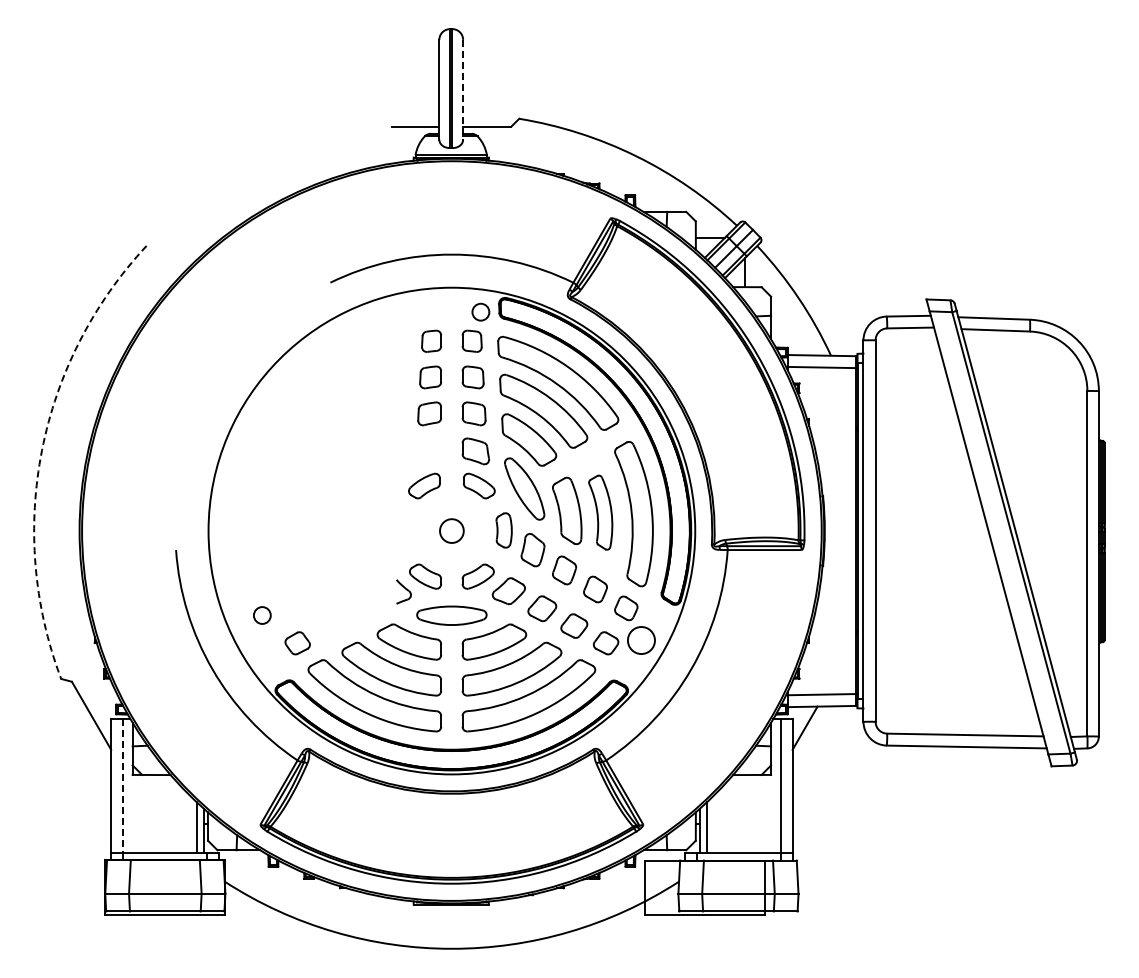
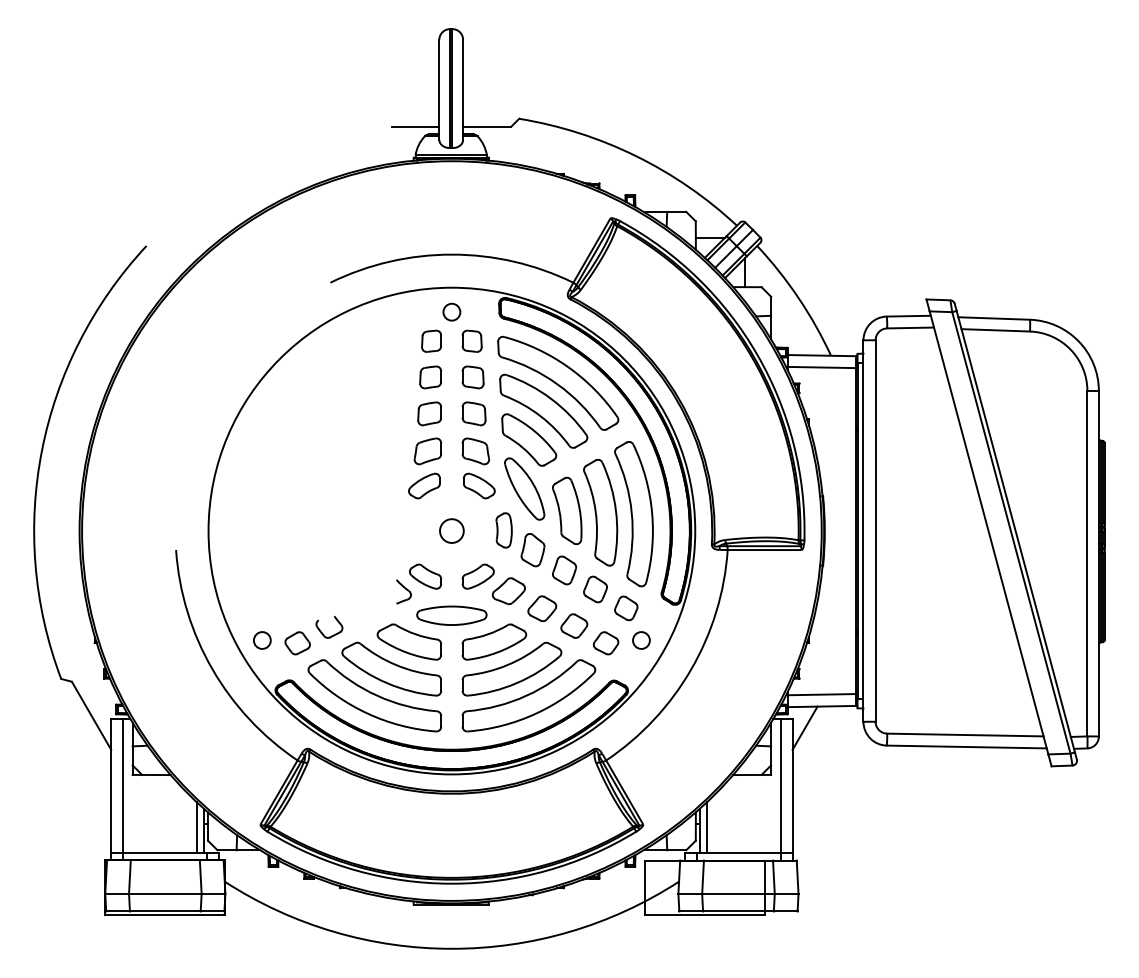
line at (463, 89): dashed -> solid
circle at (480, 311) position: (480, 311) -> (451, 311)
arc at (42, 450): dashed -> solid
part at (427, 451): none -> present
part at (600, 512) size: 26x77 px -> 36x109 px
circle at (262, 615) position: (262, 615) -> (262, 640)
part at (333, 634): none -> present
circle at (640, 640) diameter: 27 px -> 17 px
line at (123, 786): dashed -> solid
